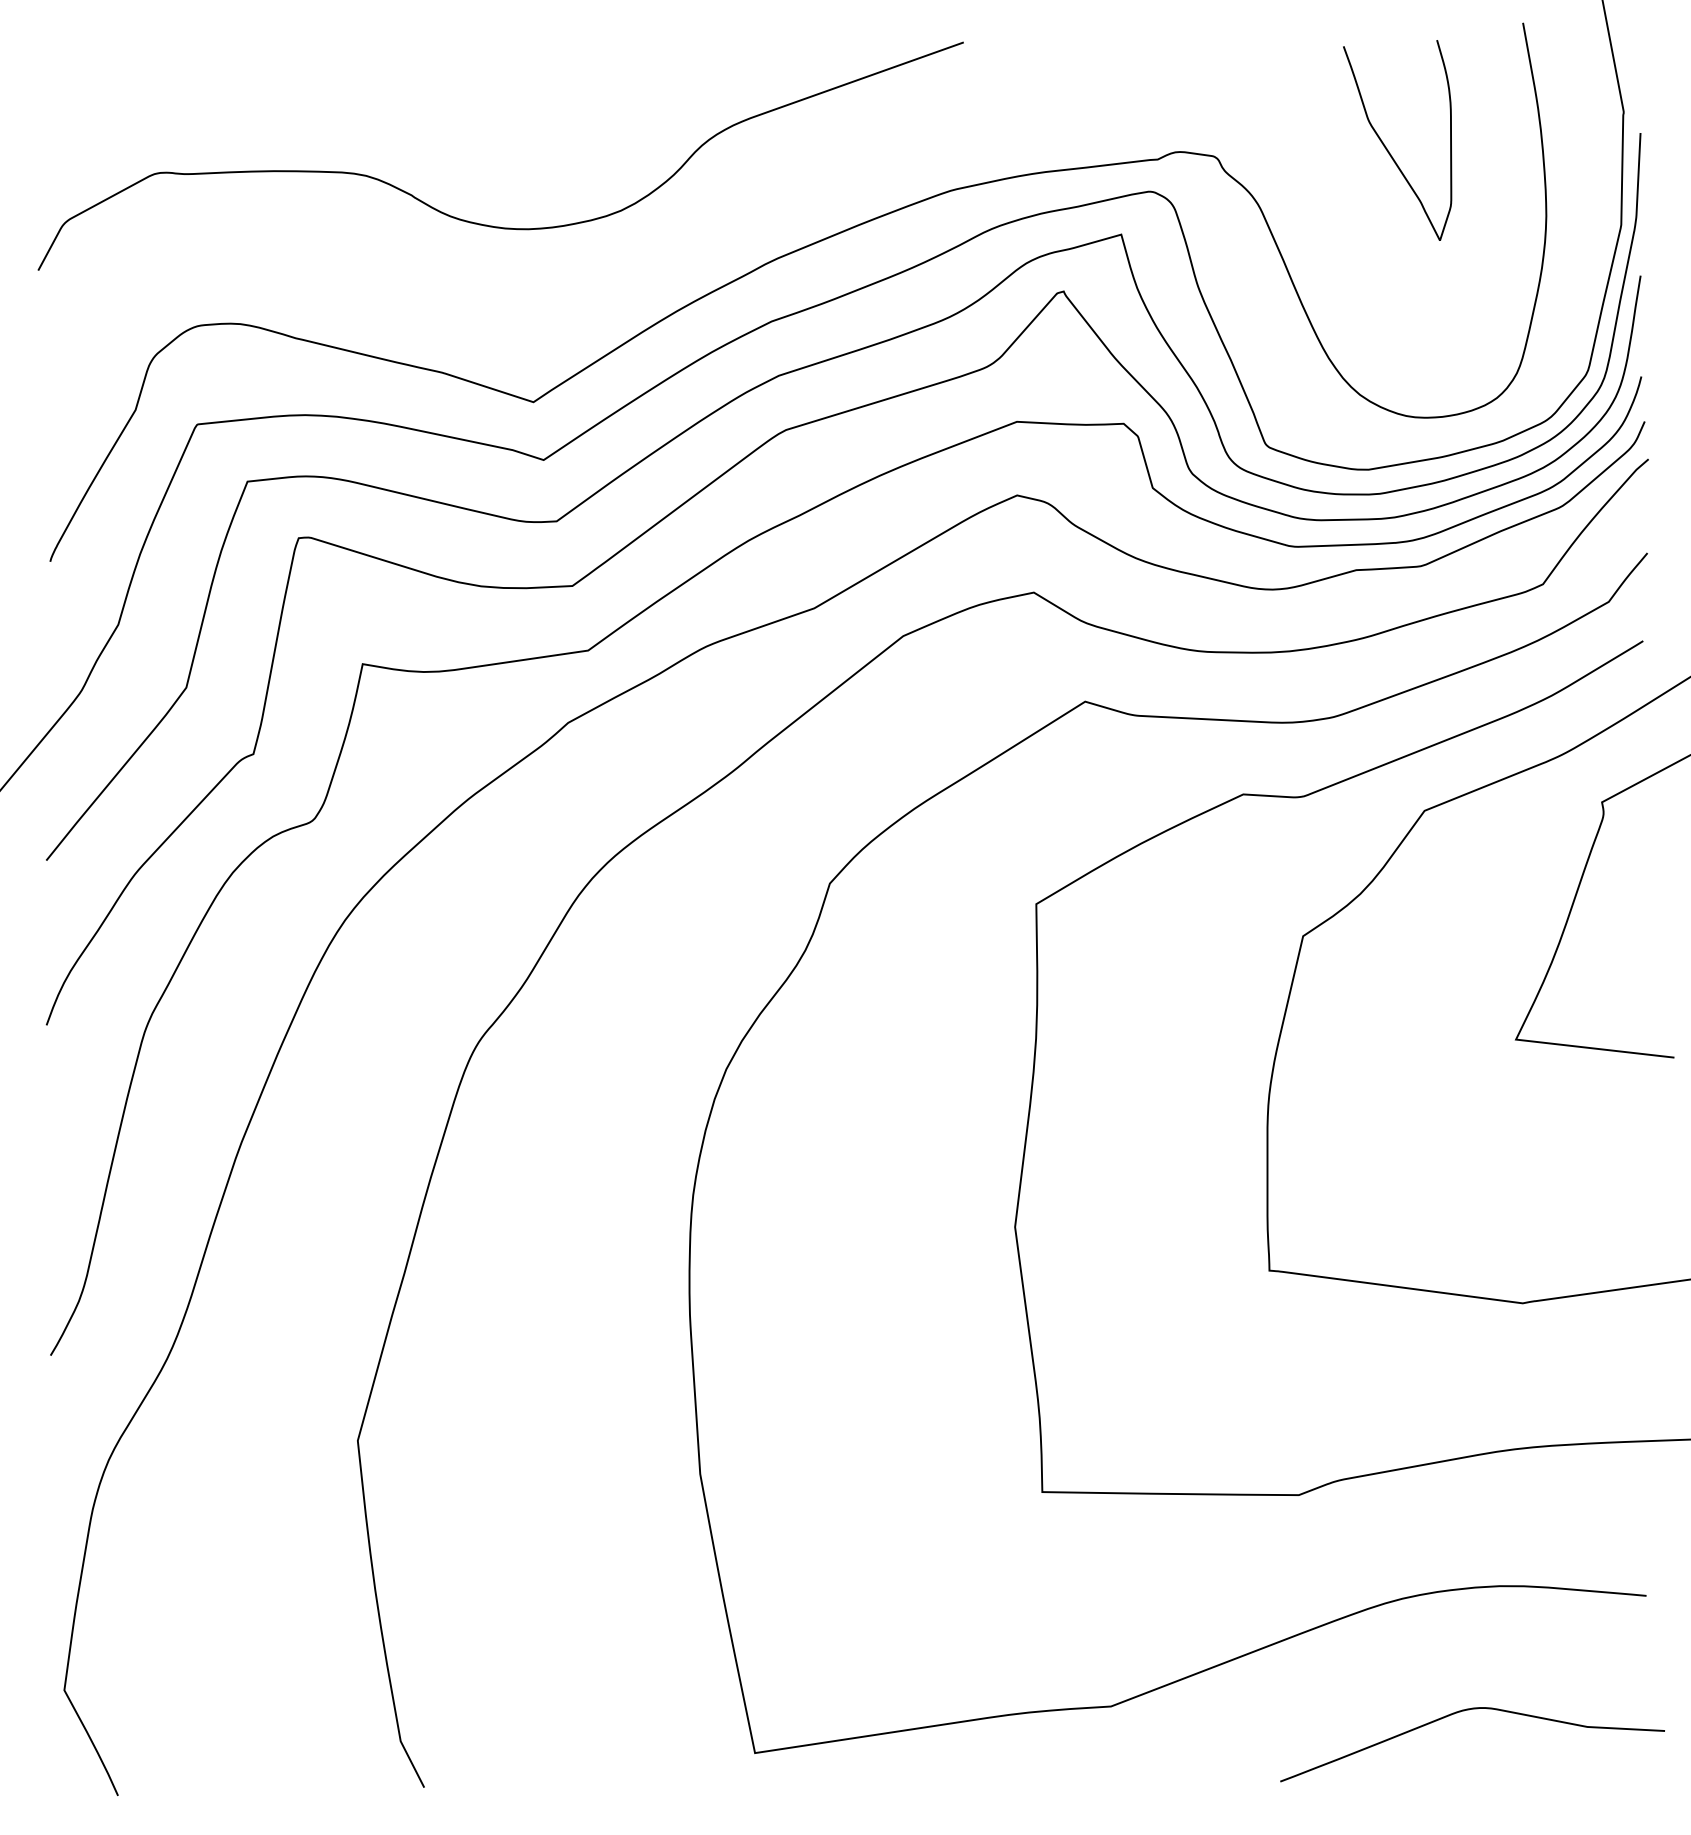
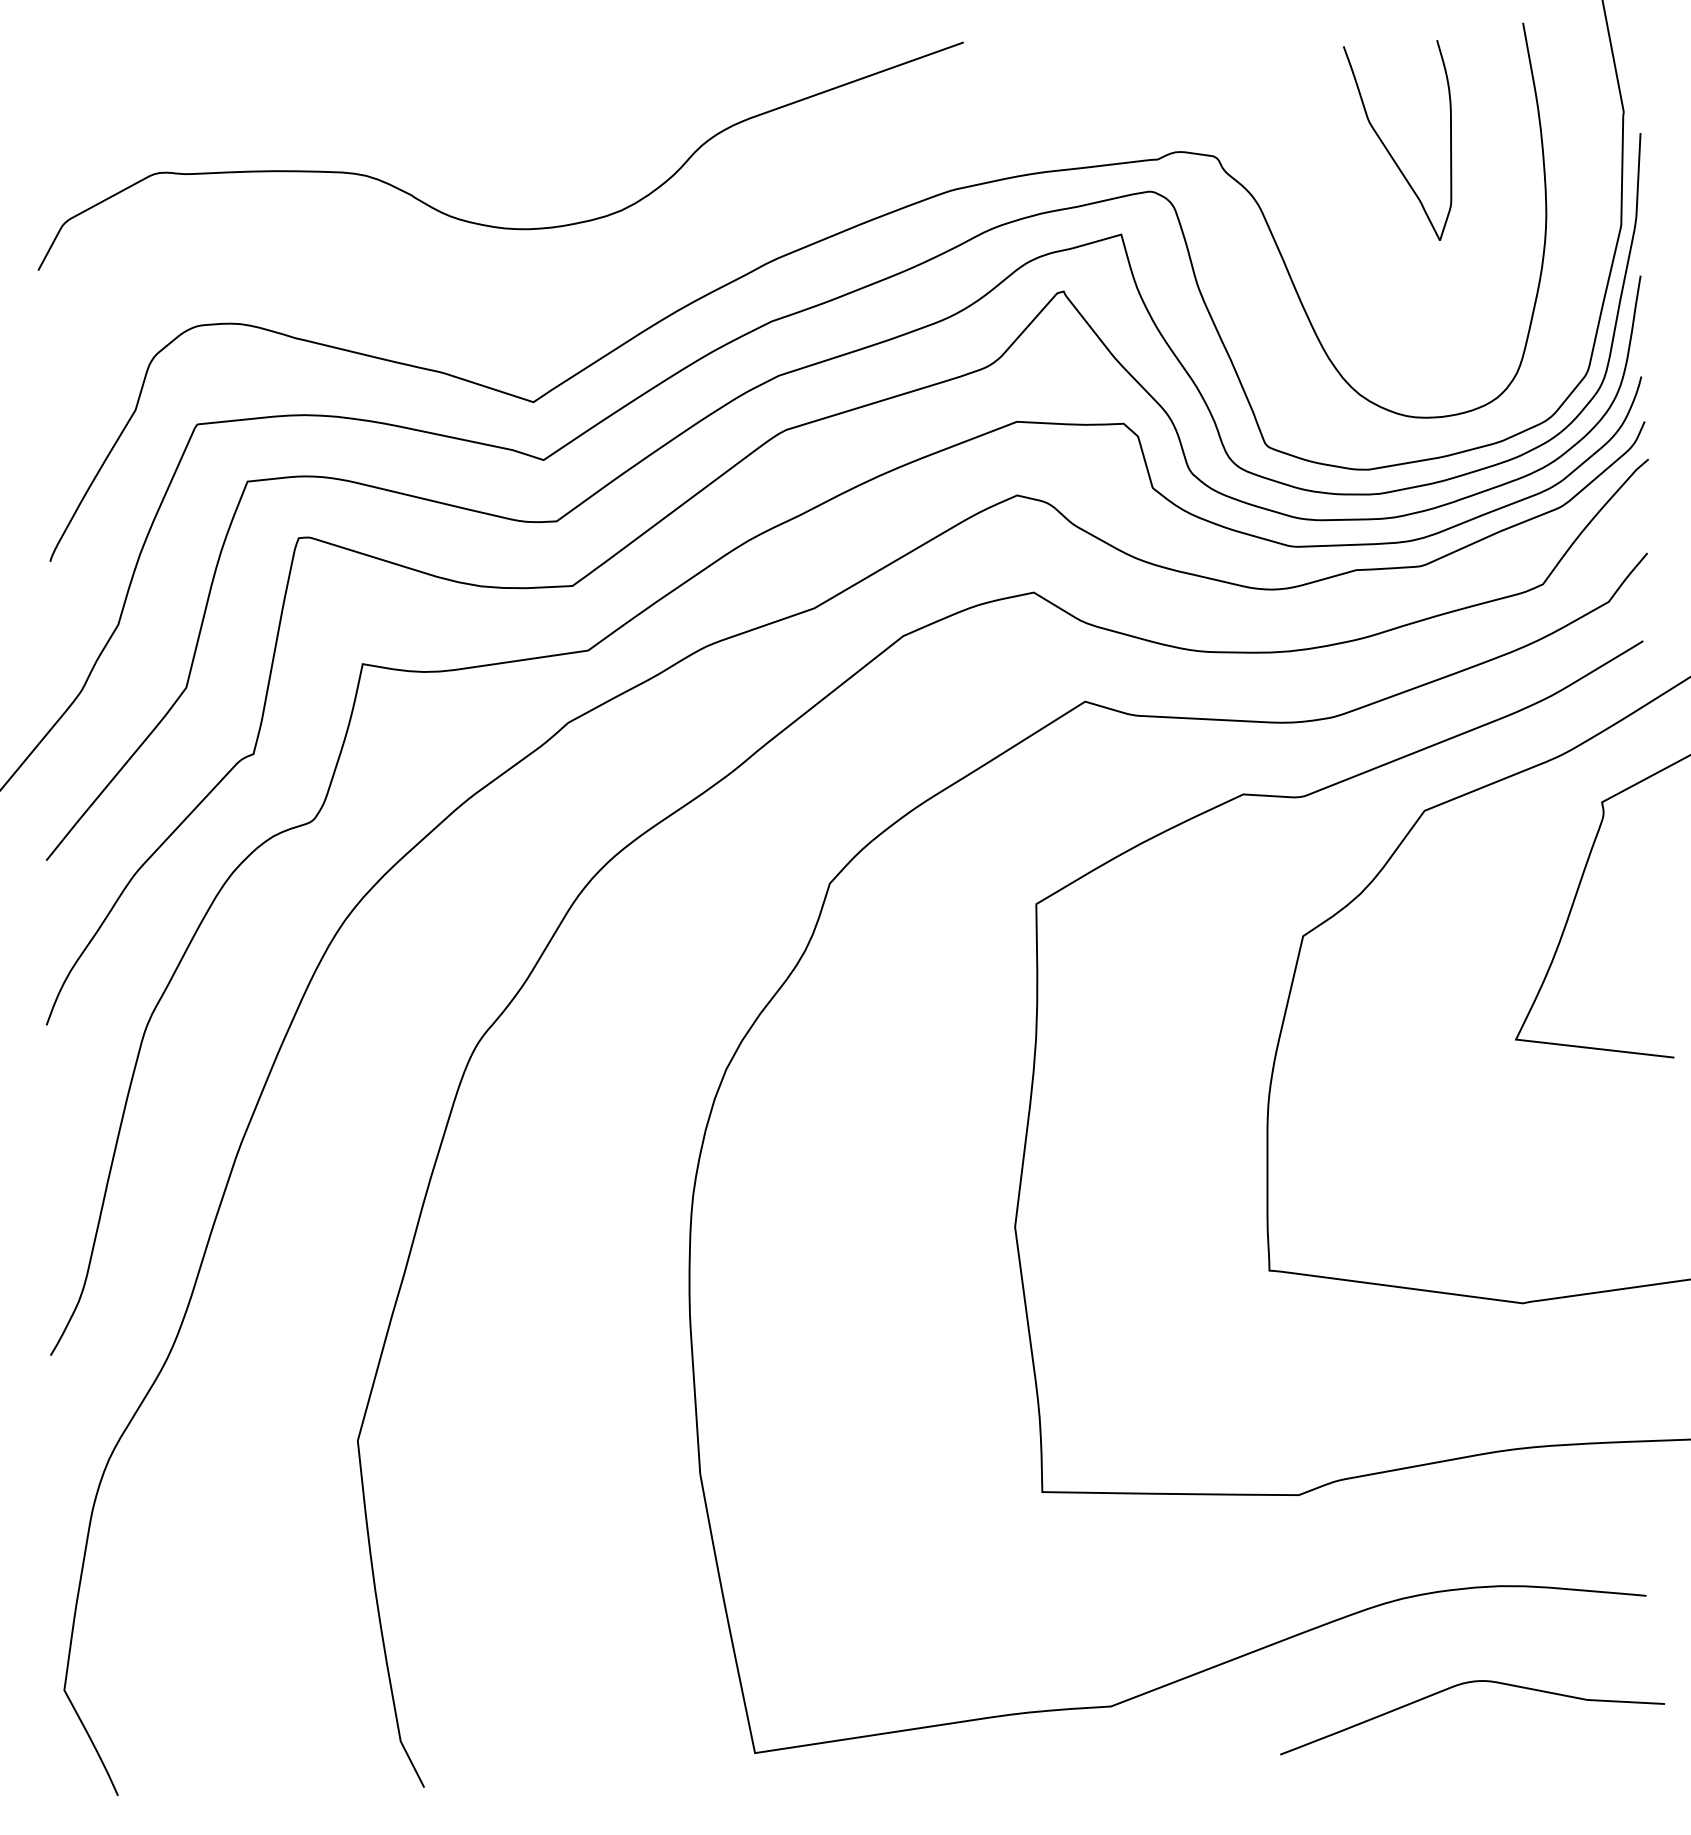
curve at (1464, 1711) position: (1464, 1711) -> (1464, 1684)
